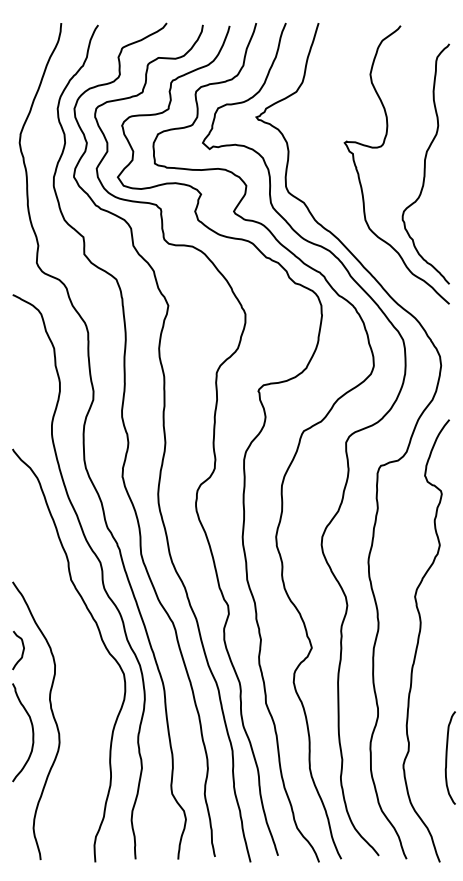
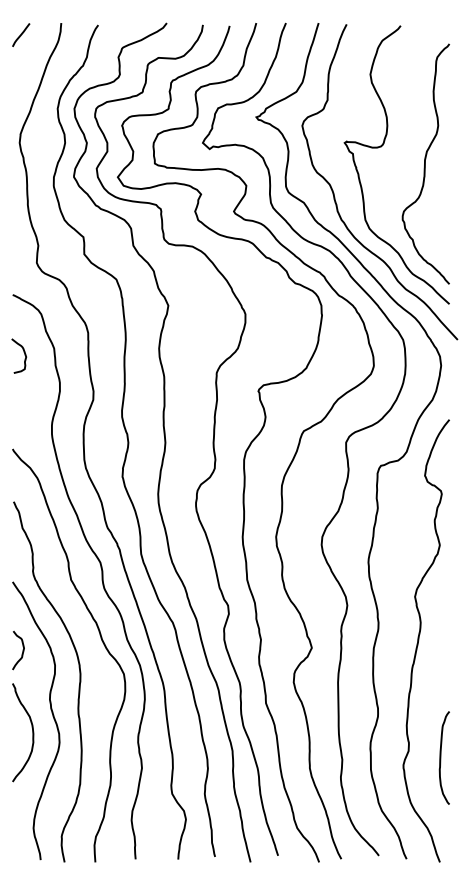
line at (21, 34): none -> present
curve at (334, 192): none -> present
curve at (23, 352): none -> present
curve at (78, 686): none -> present
curve at (447, 757) position: (447, 757) -> (441, 757)
